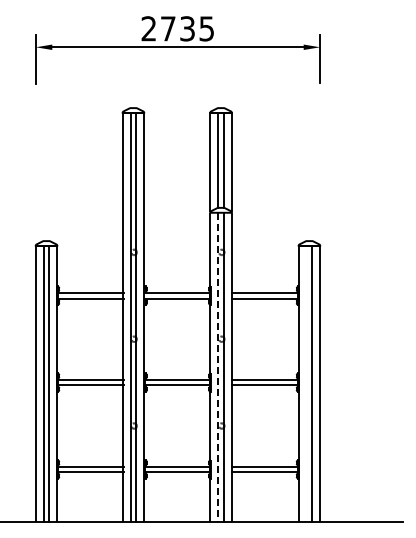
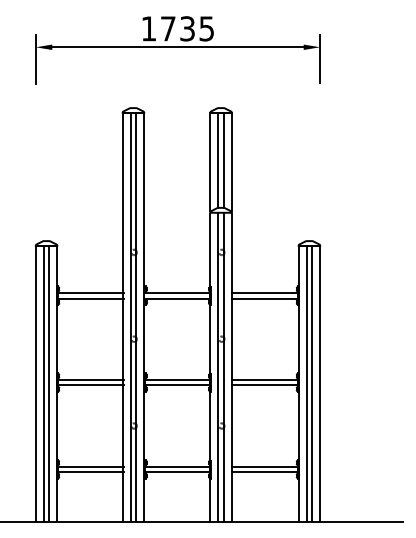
text at (148, 28): 2735 -> 1735
line at (218, 367): dashed -> solid
line at (306, 383): none -> present
